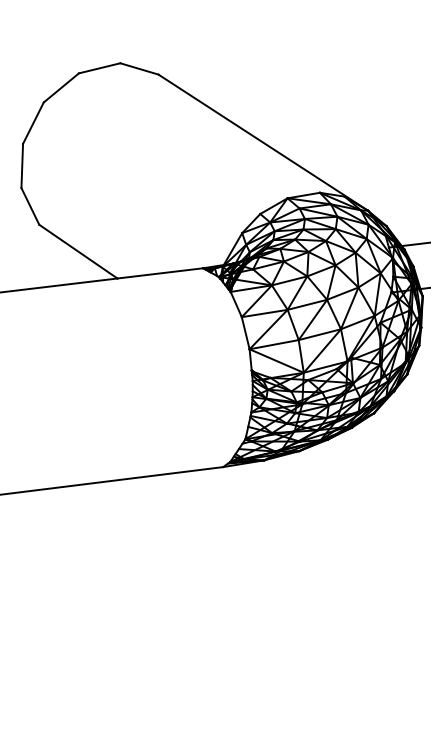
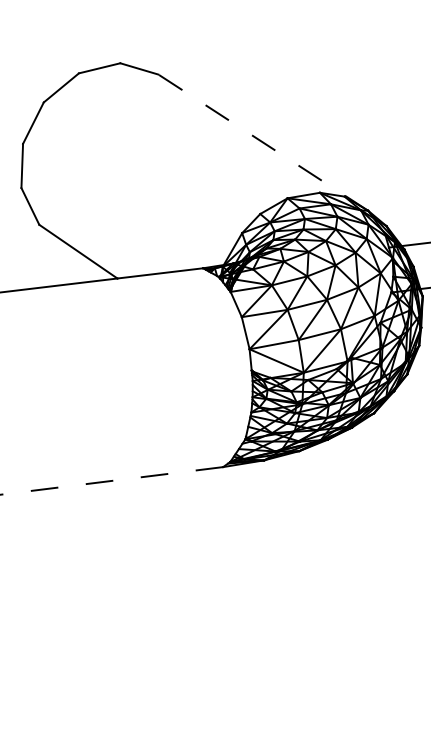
line at (262, 142): solid -> dashed
line at (112, 480): solid -> dashed
